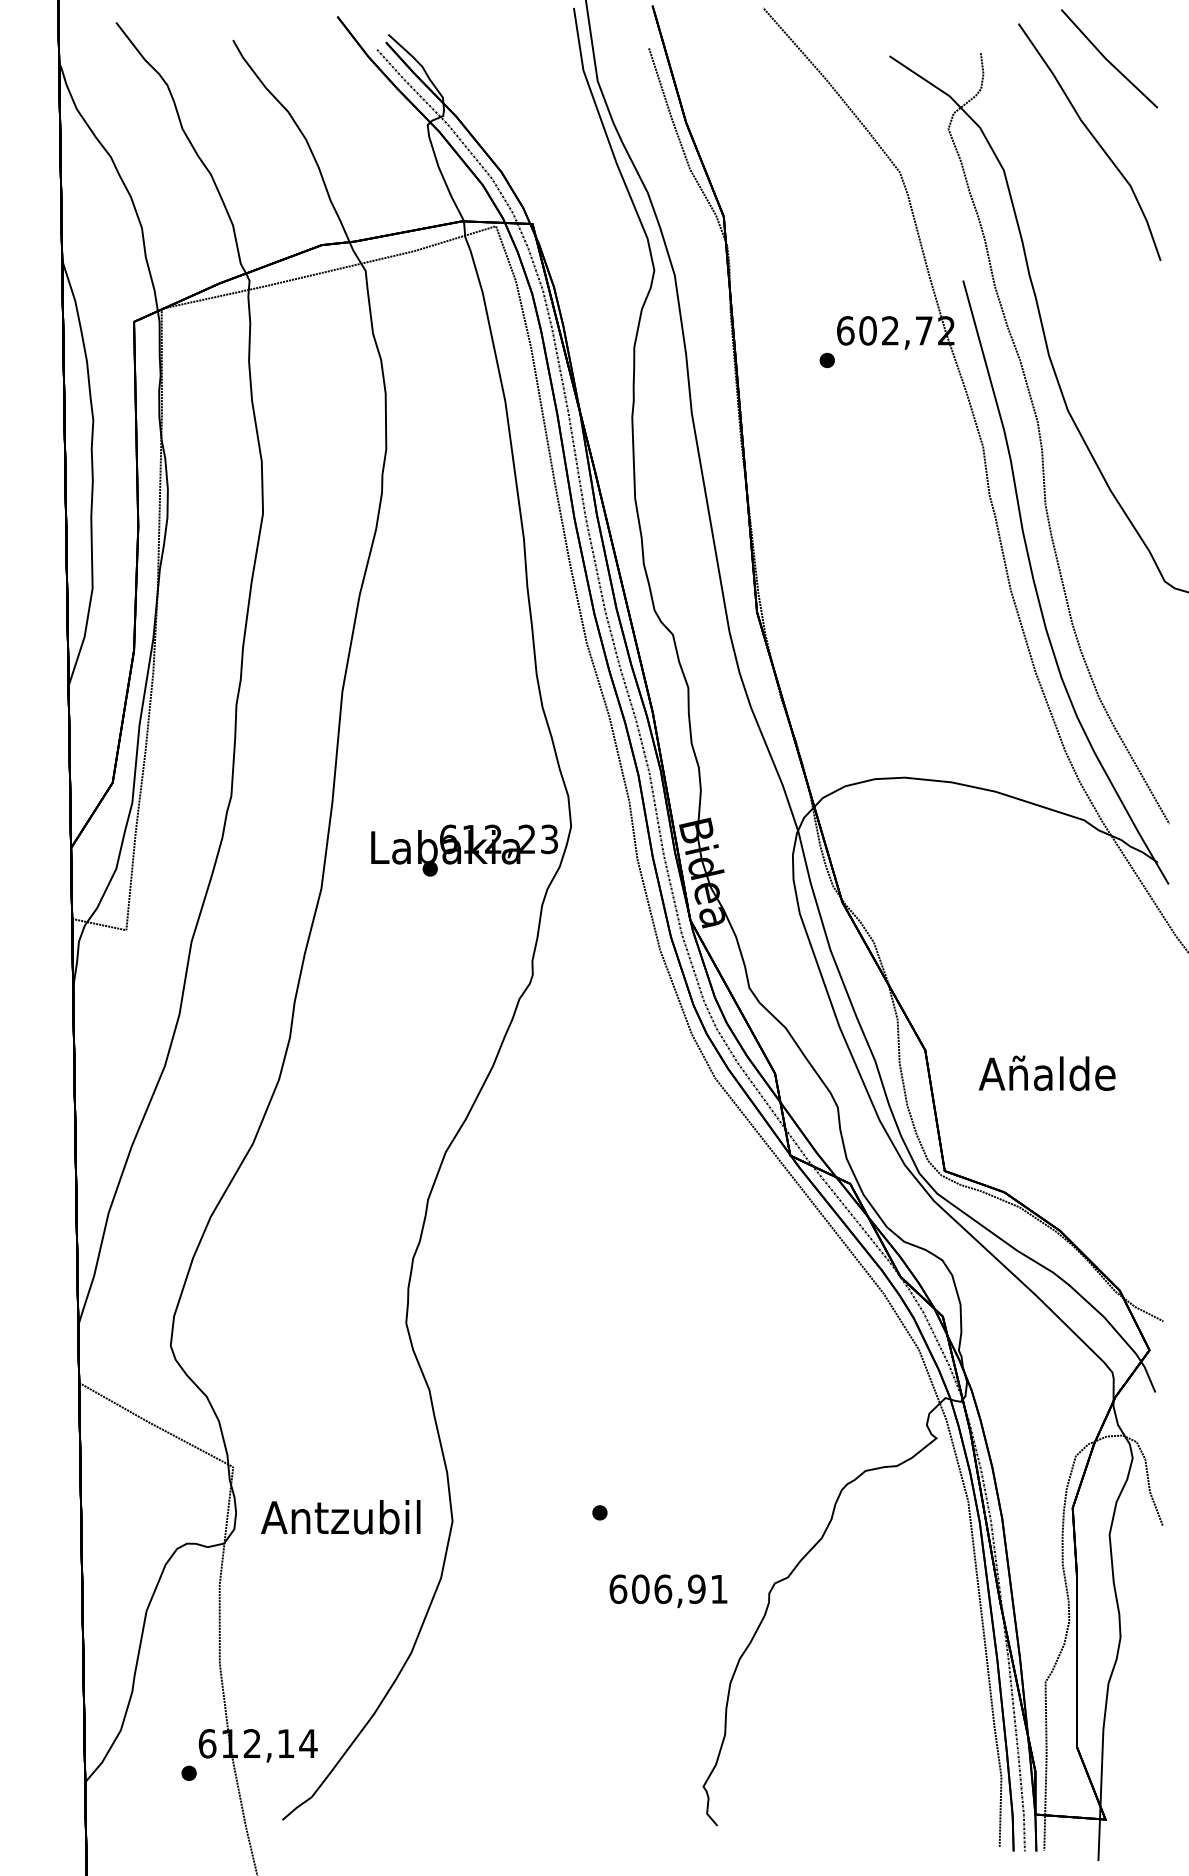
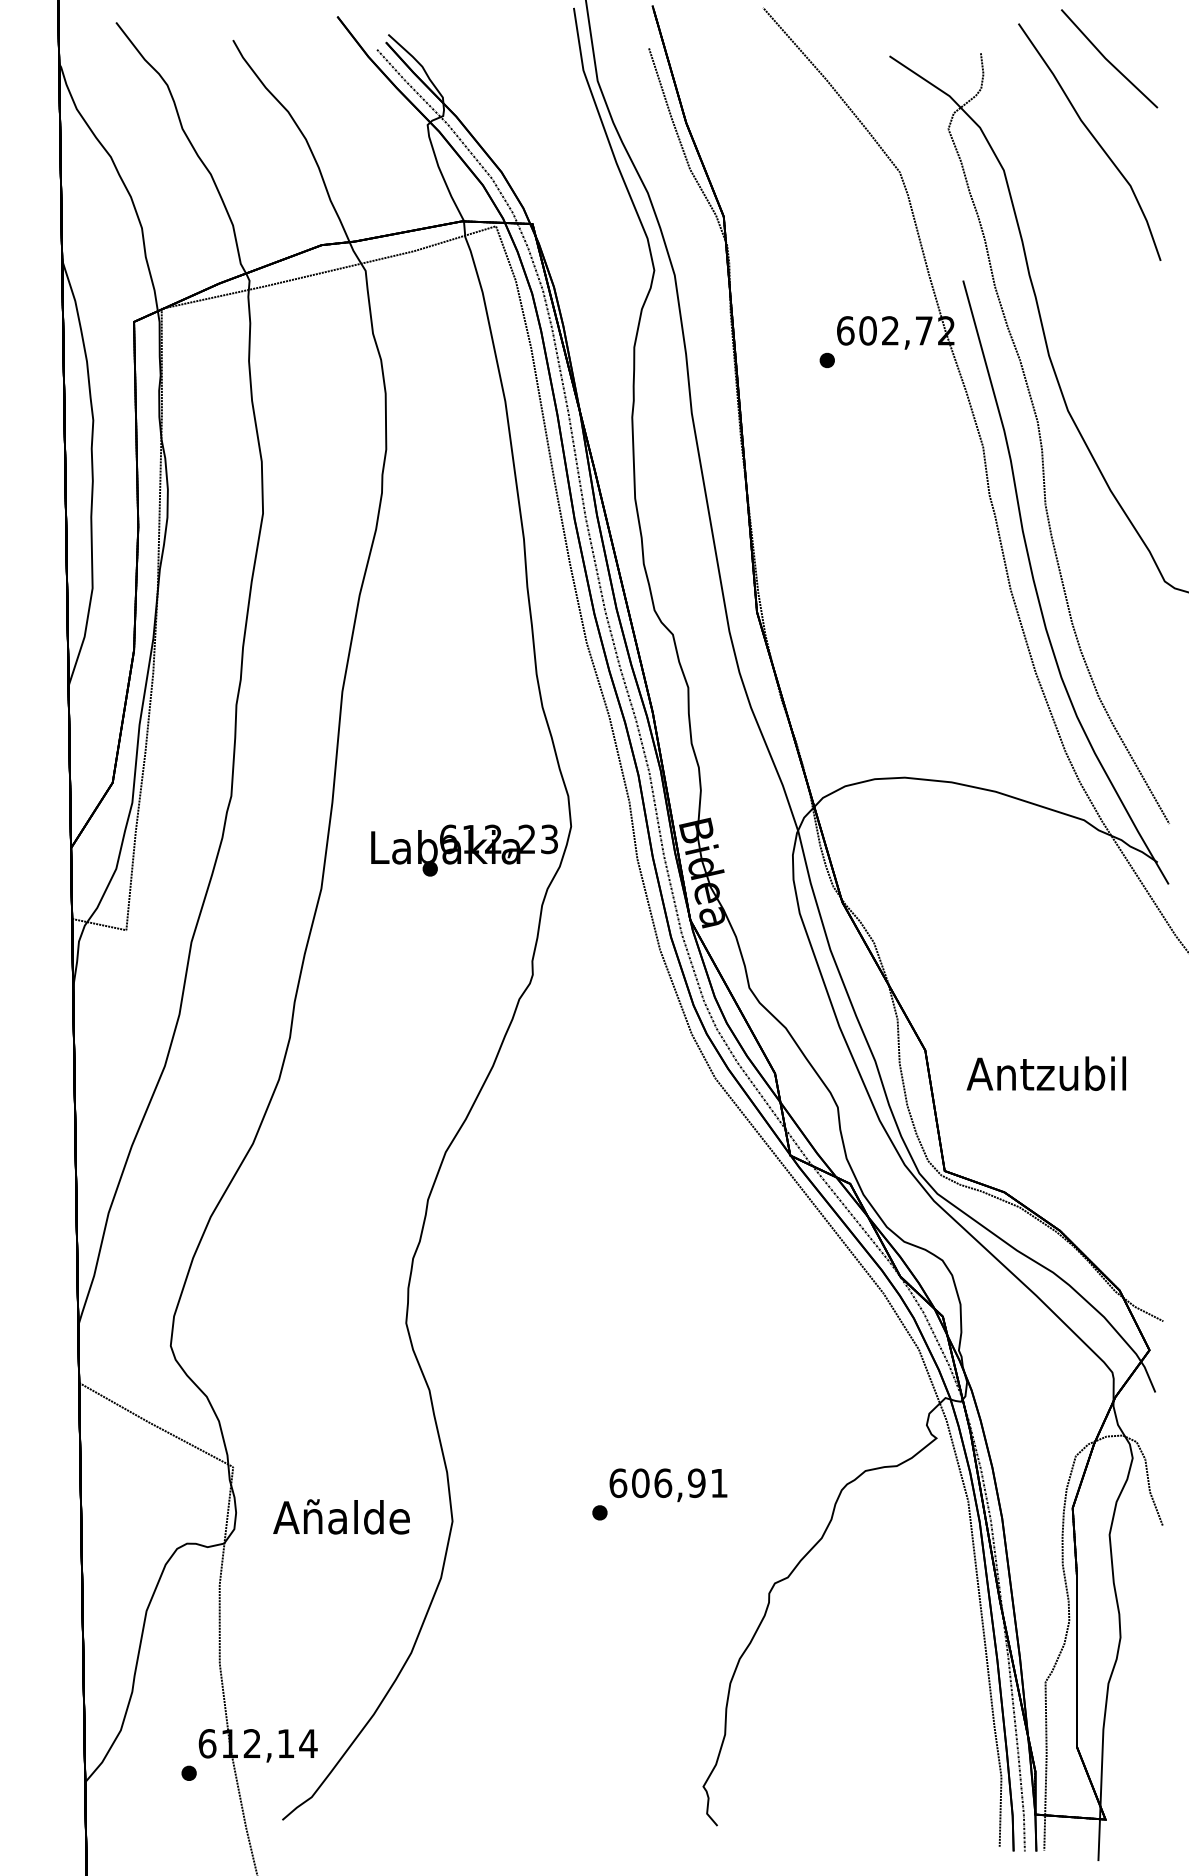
text at (1045, 1073): Añalde -> Antzubil
text at (340, 1516): Antzubil -> Añalde
text at (668, 1591) position: (668, 1591) -> (668, 1485)
